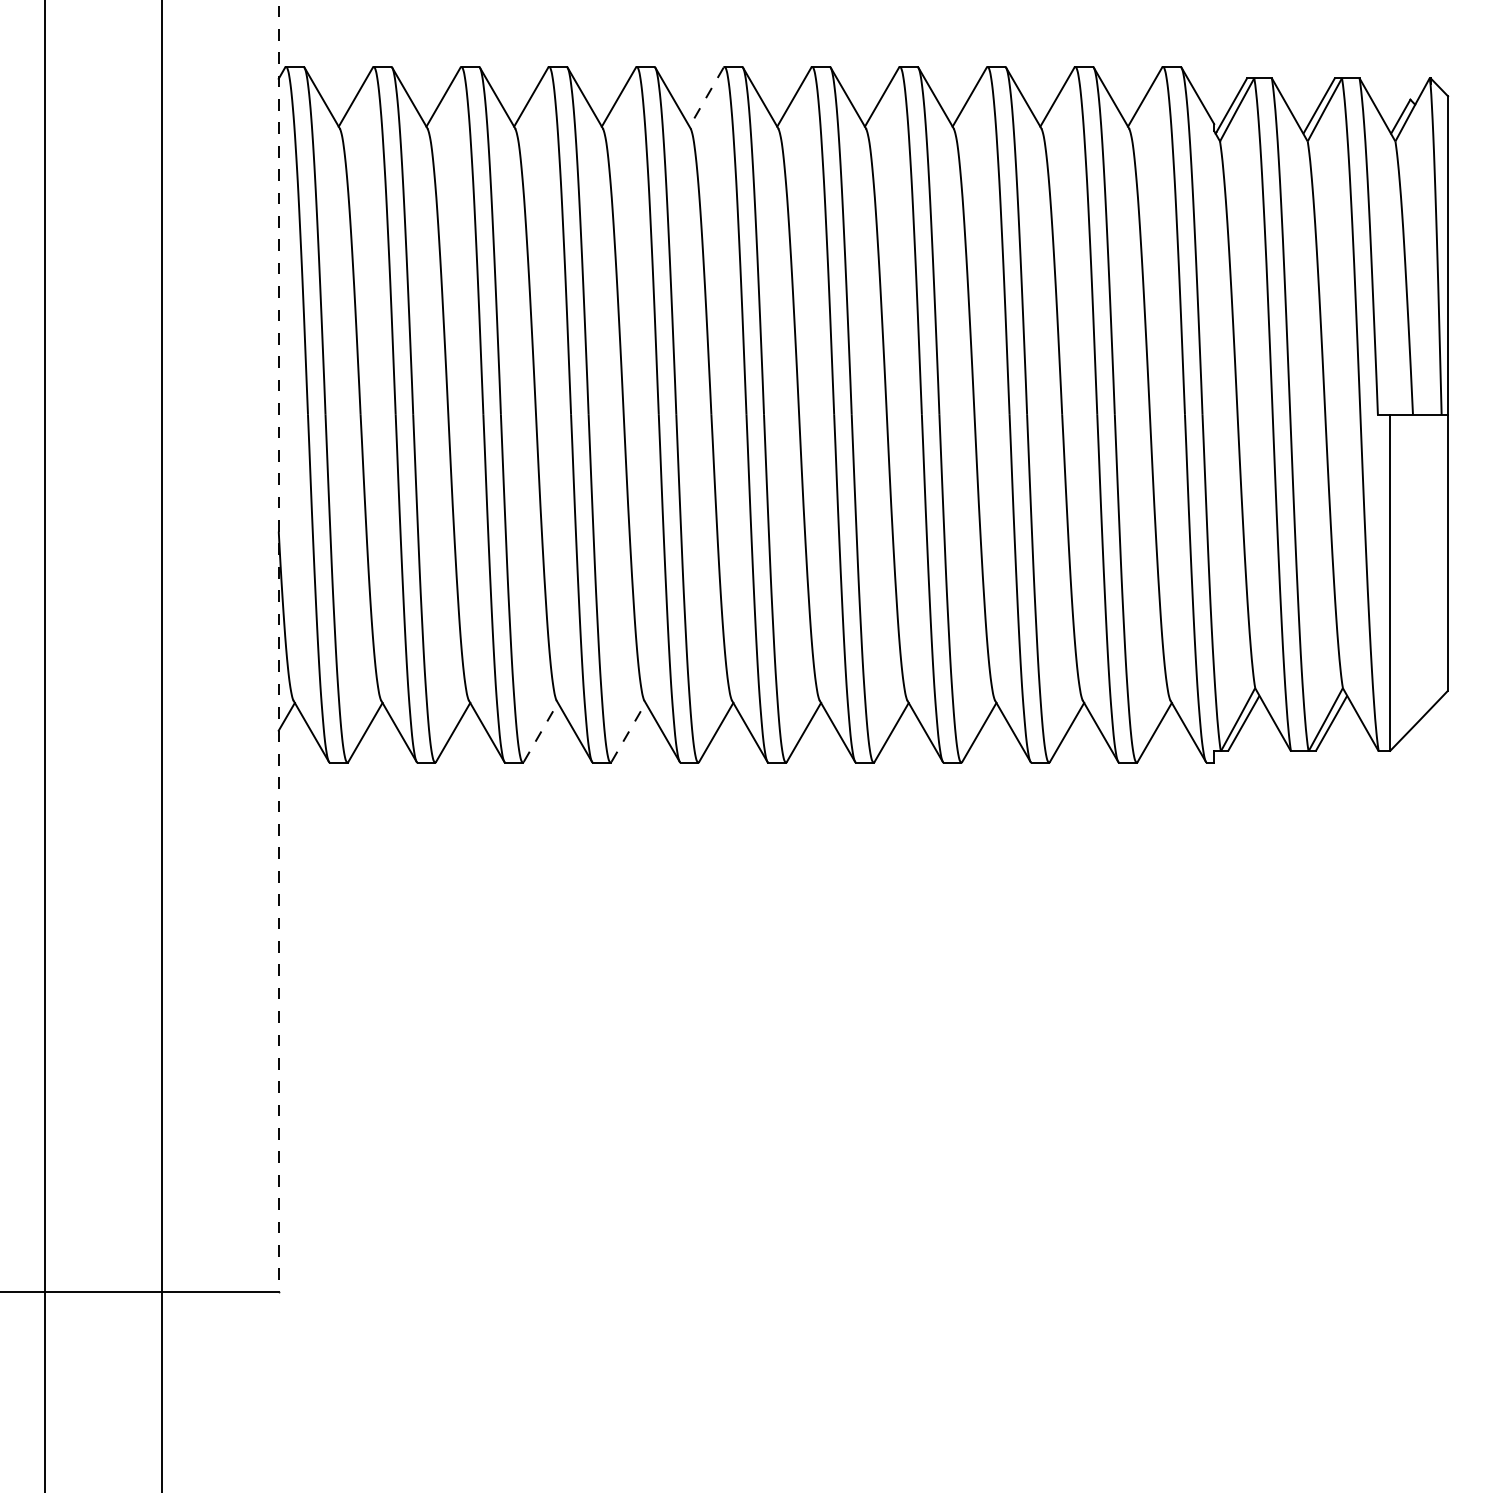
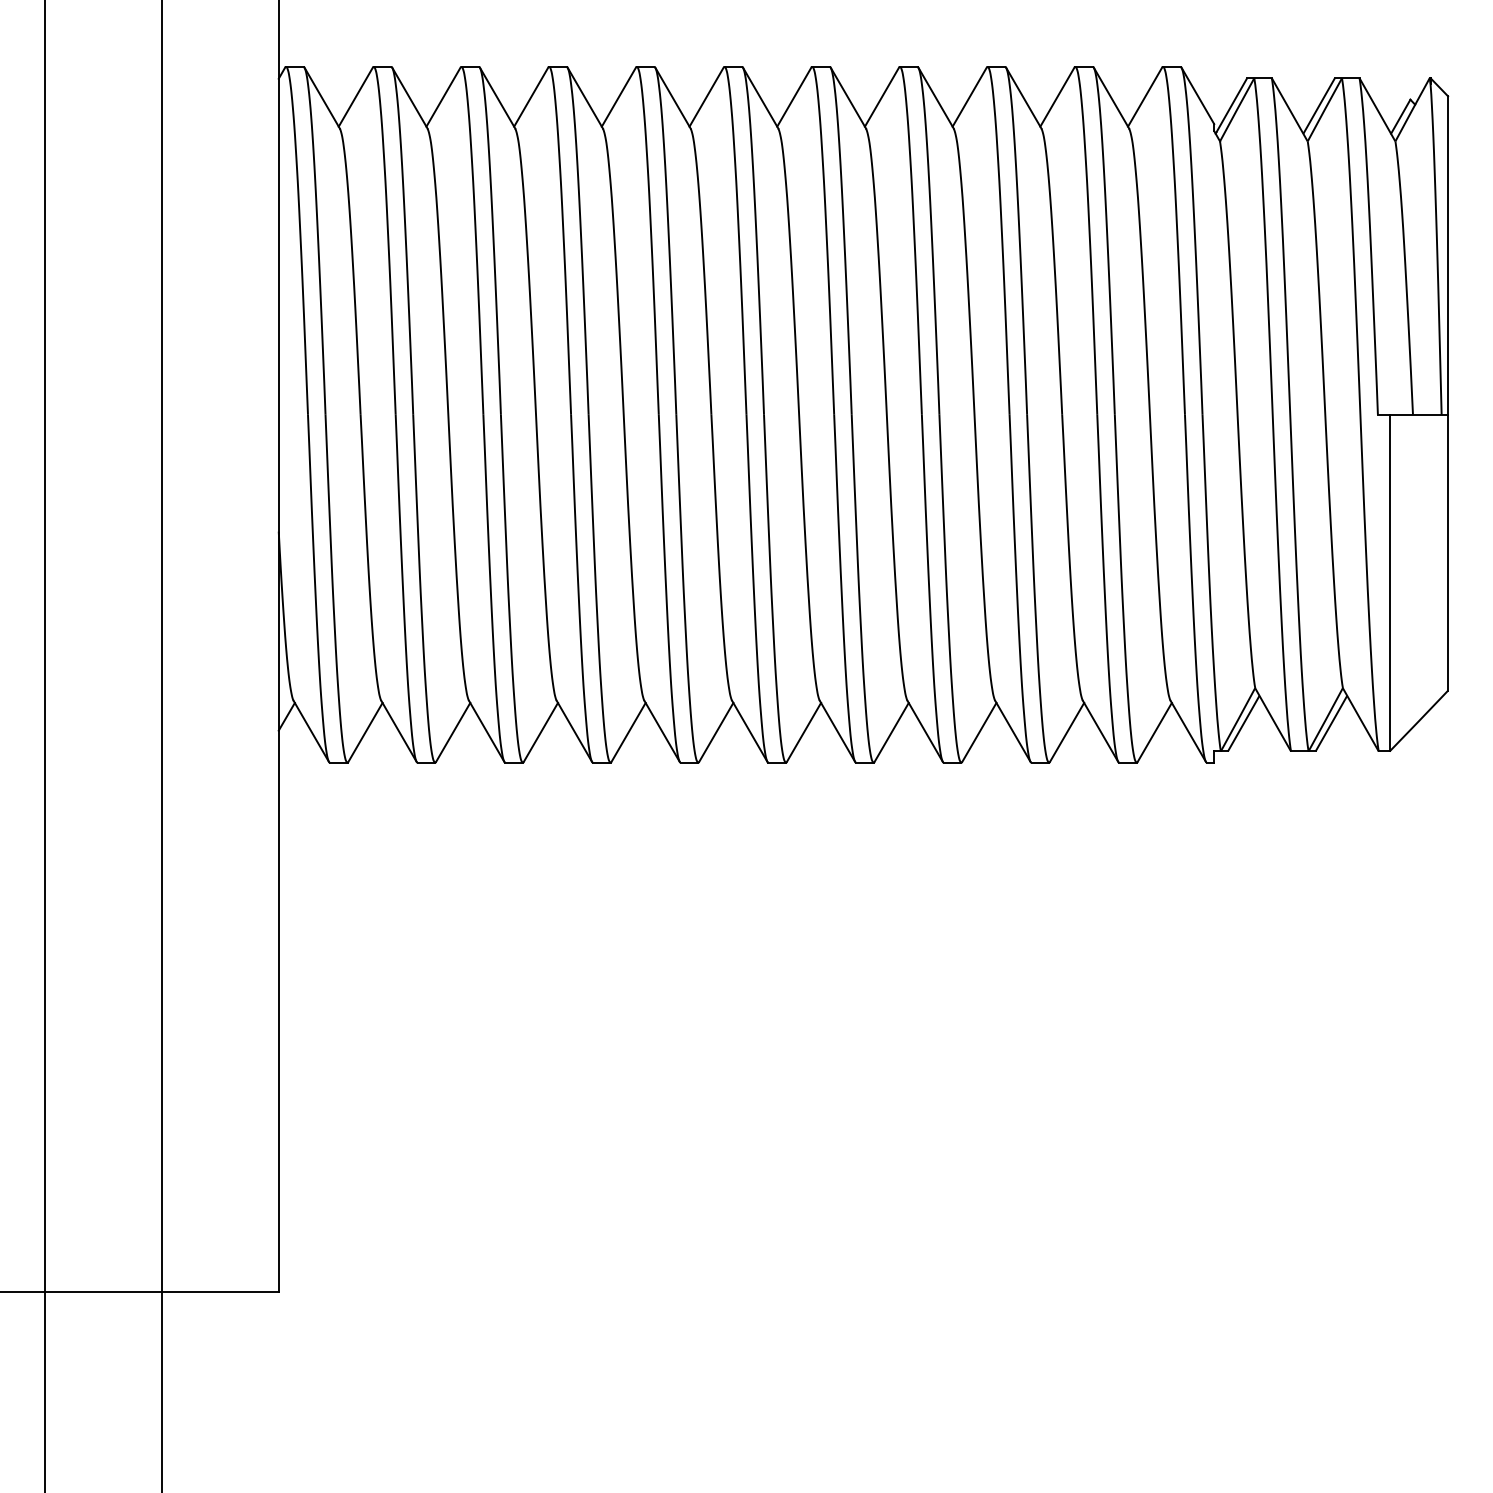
line at (706, 97): dashed -> solid
line at (278, 646): dashed -> solid
line at (541, 731): dashed -> solid
line at (628, 731): dashed -> solid
